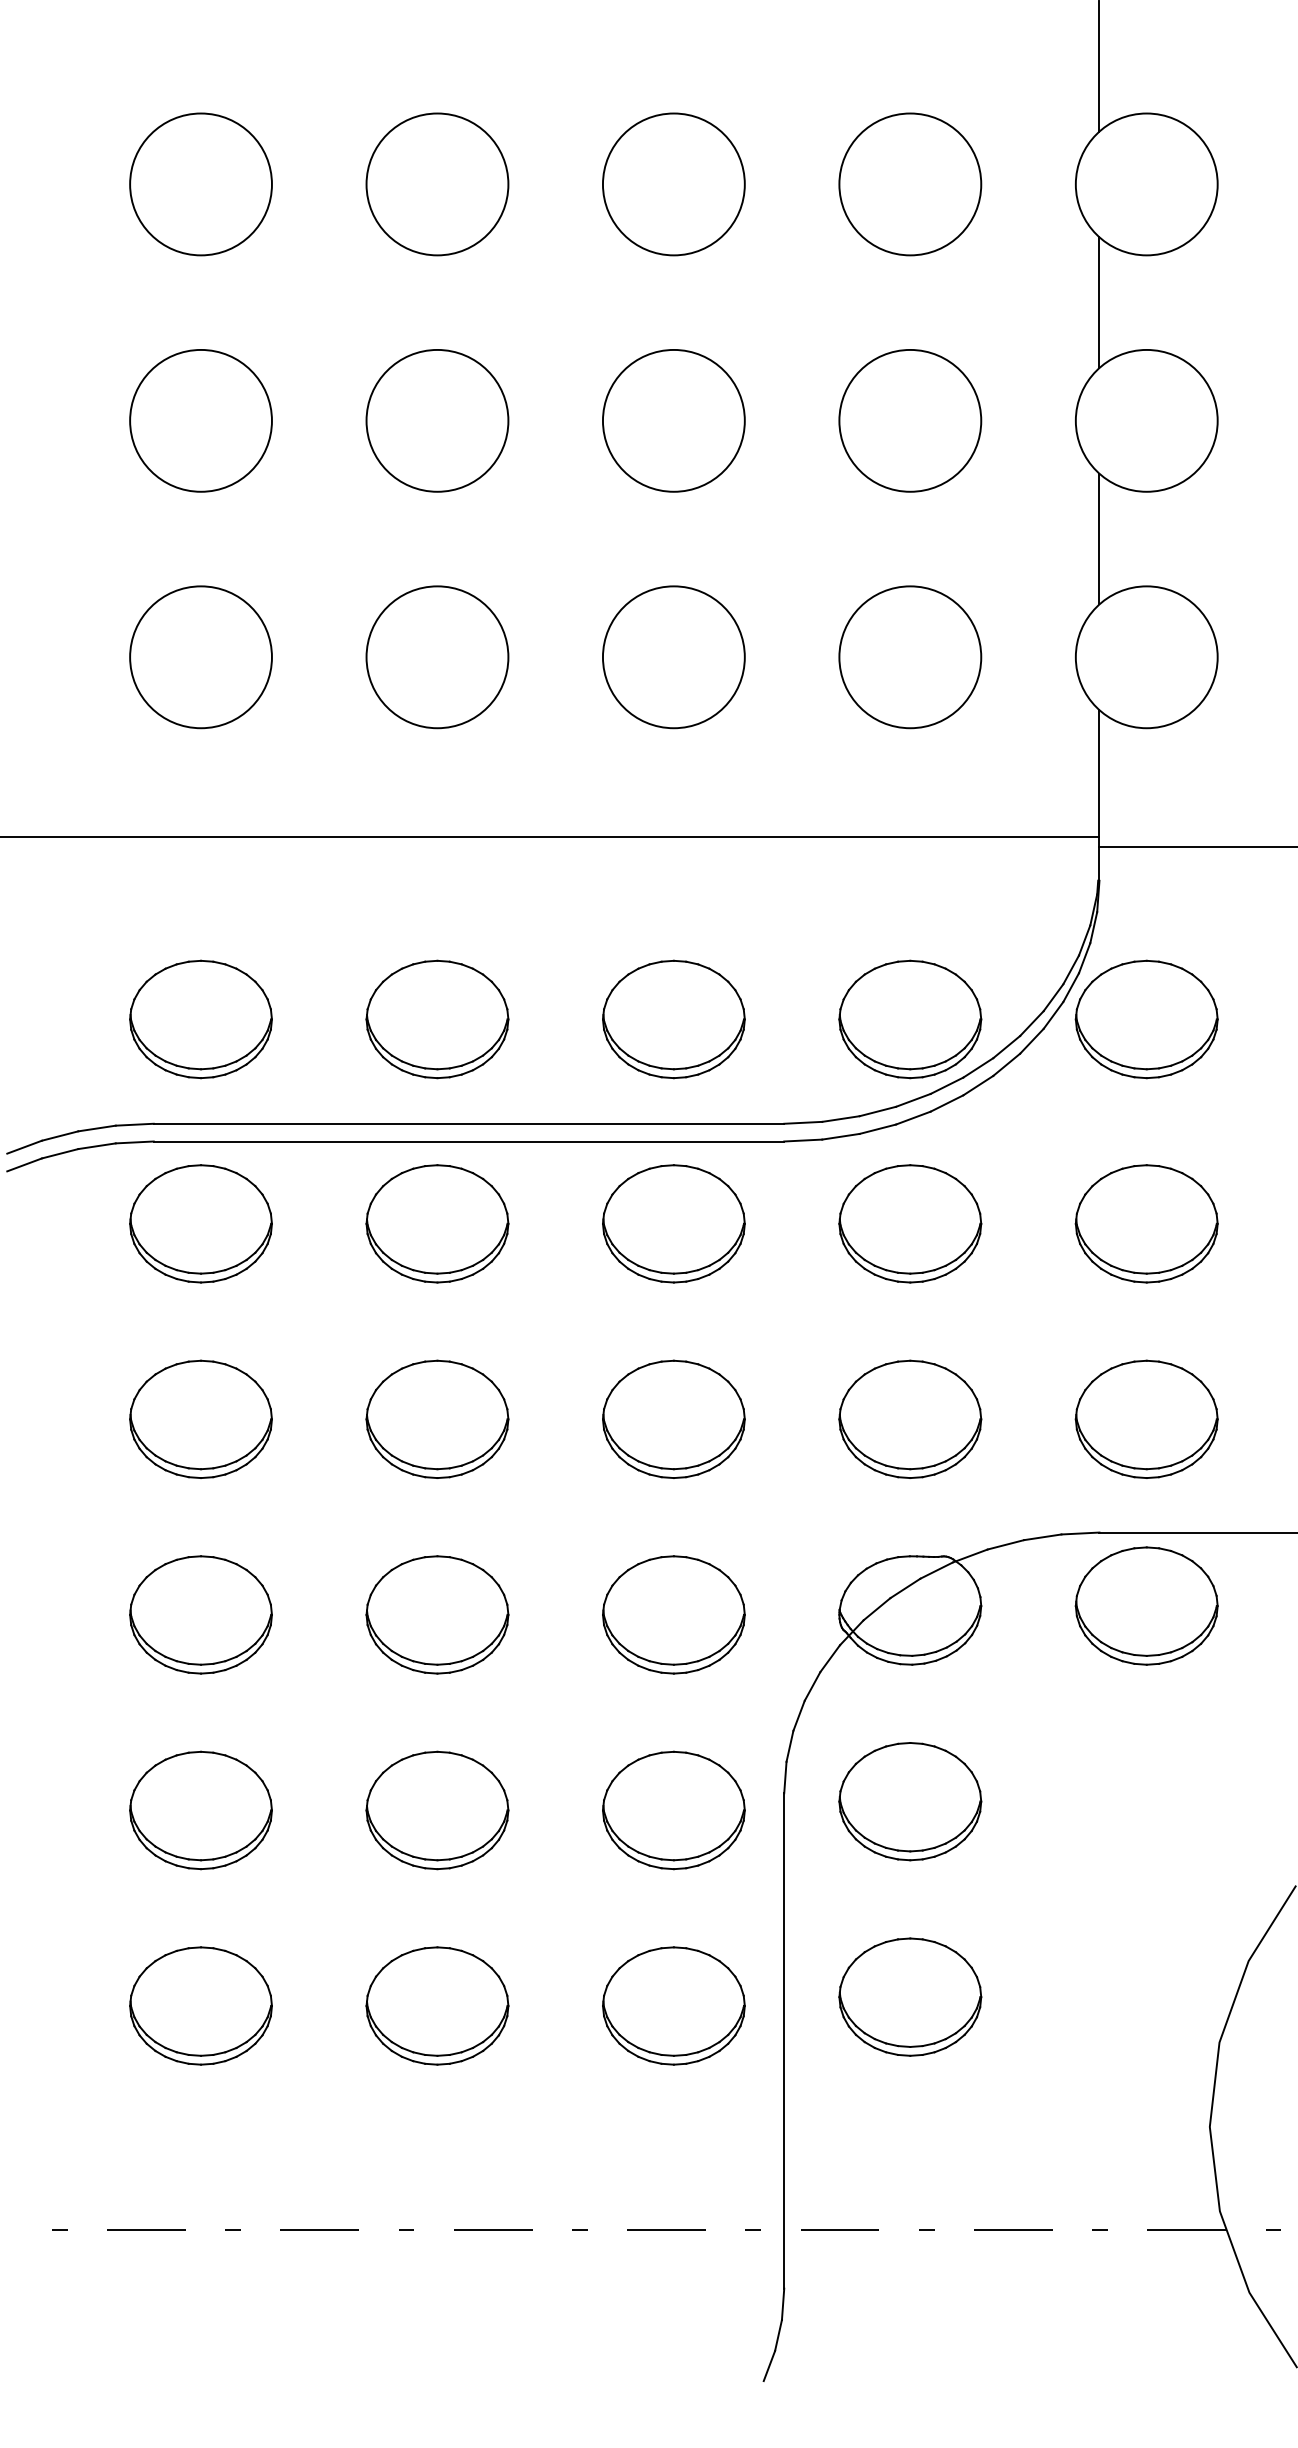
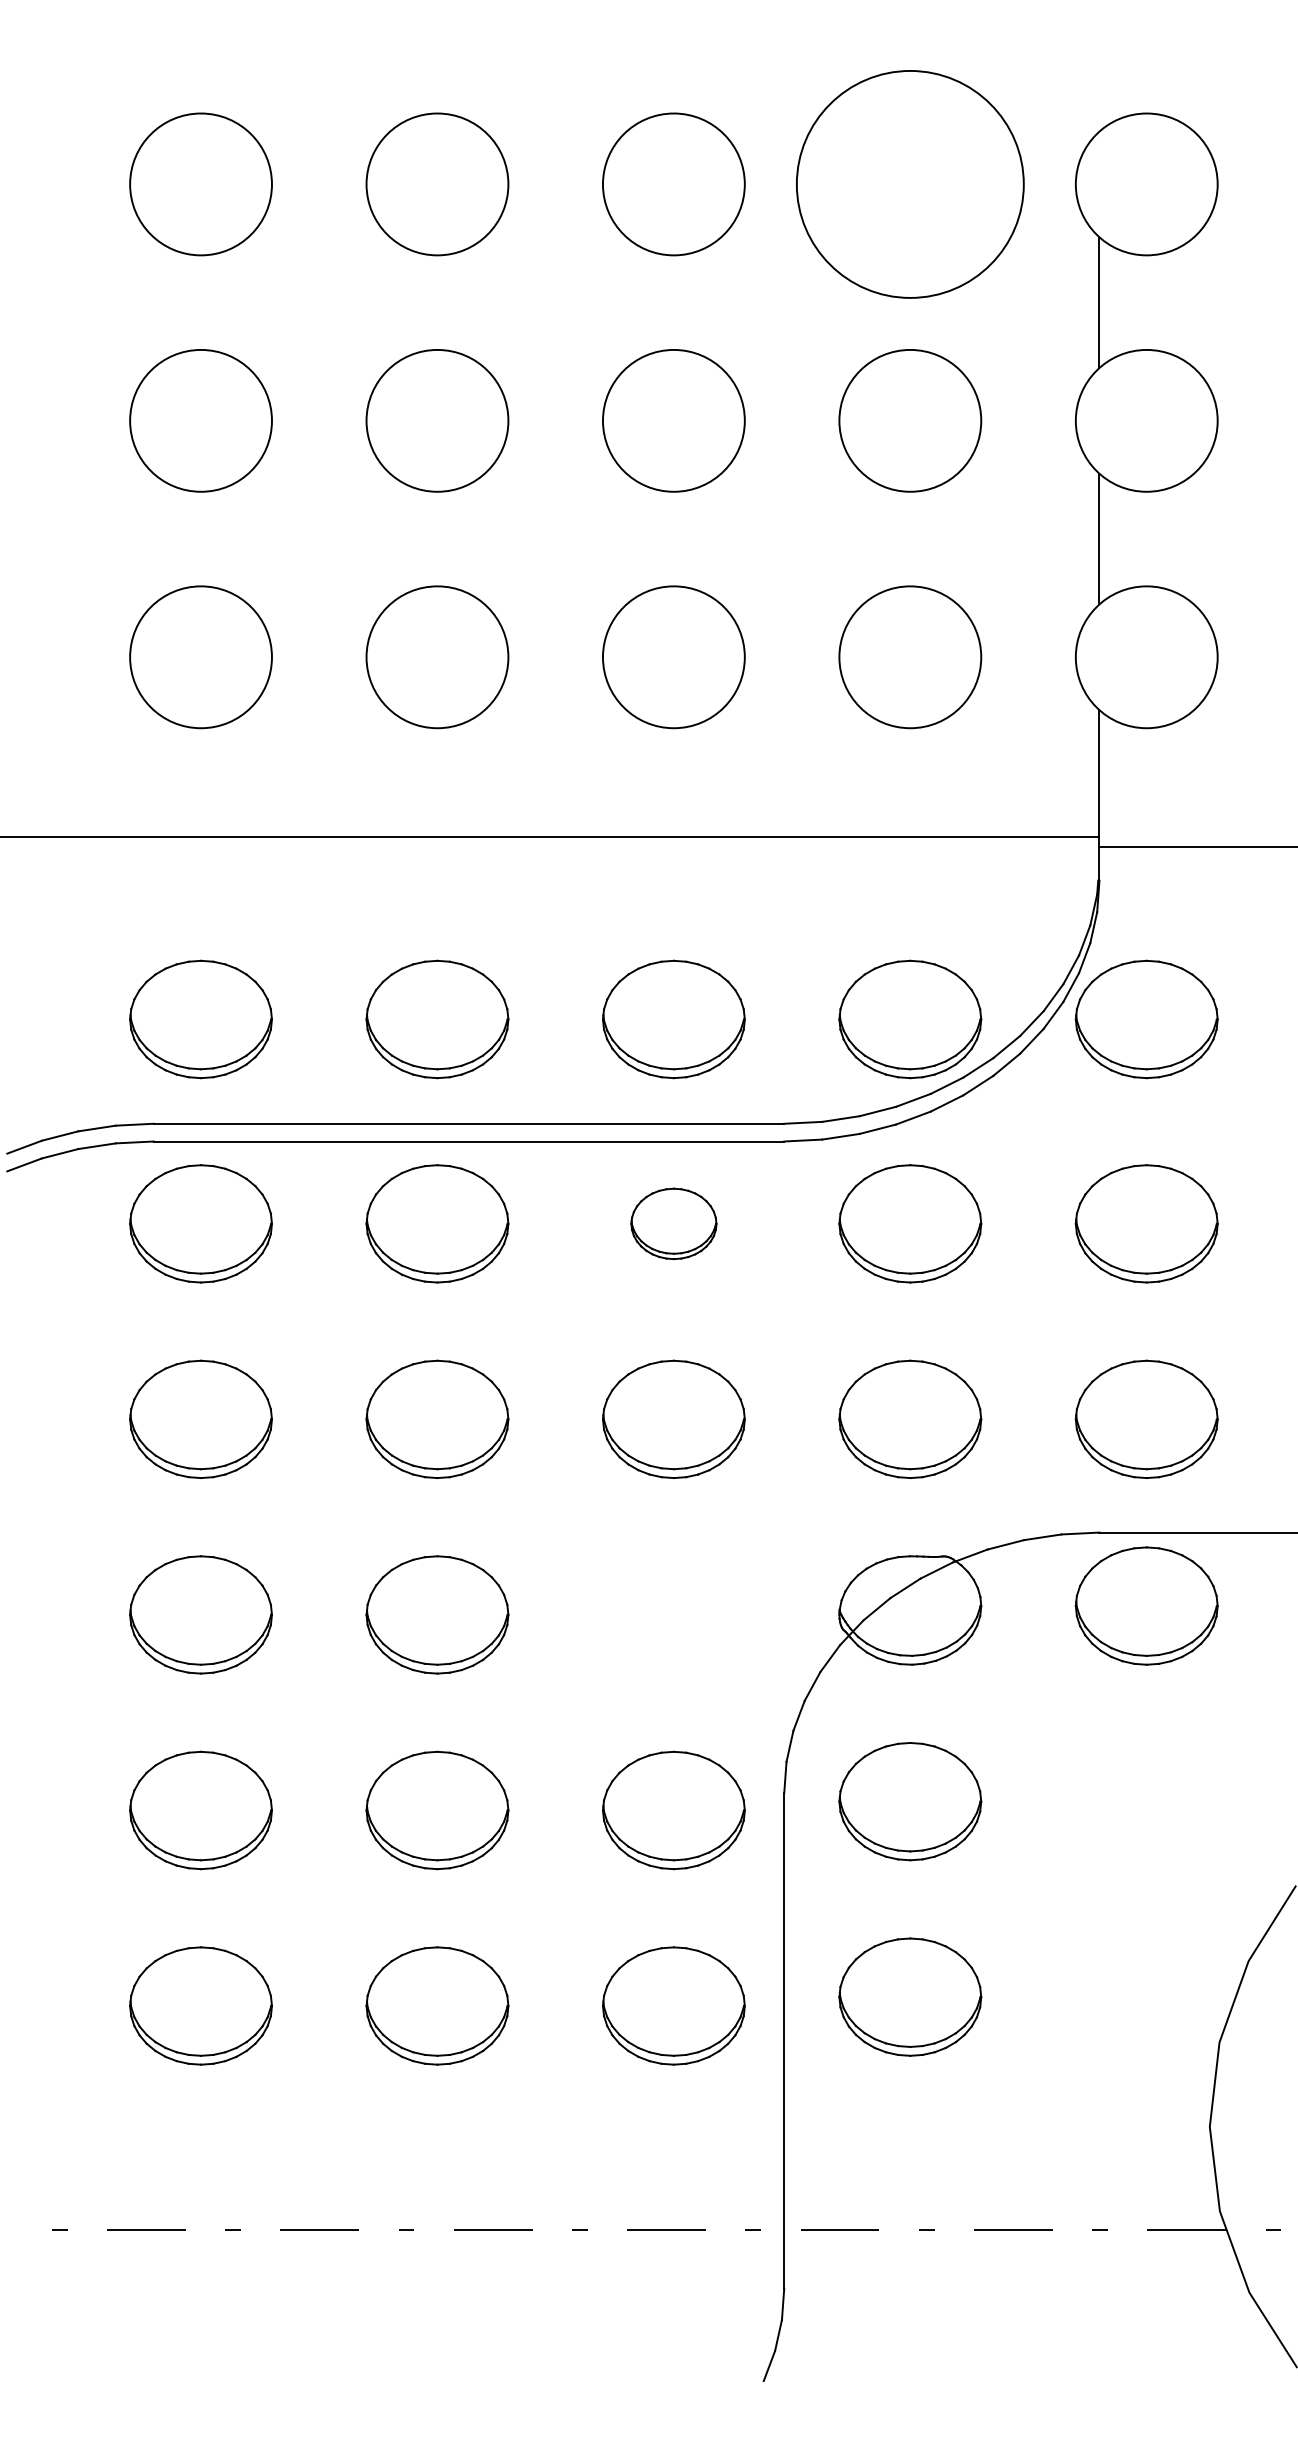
line at (1099, 66): present -> none
circle at (910, 184) diameter: 142 px -> 227 px
part at (673, 1223) size: 144x120 px -> 88x74 px
part at (673, 1614): present -> none
